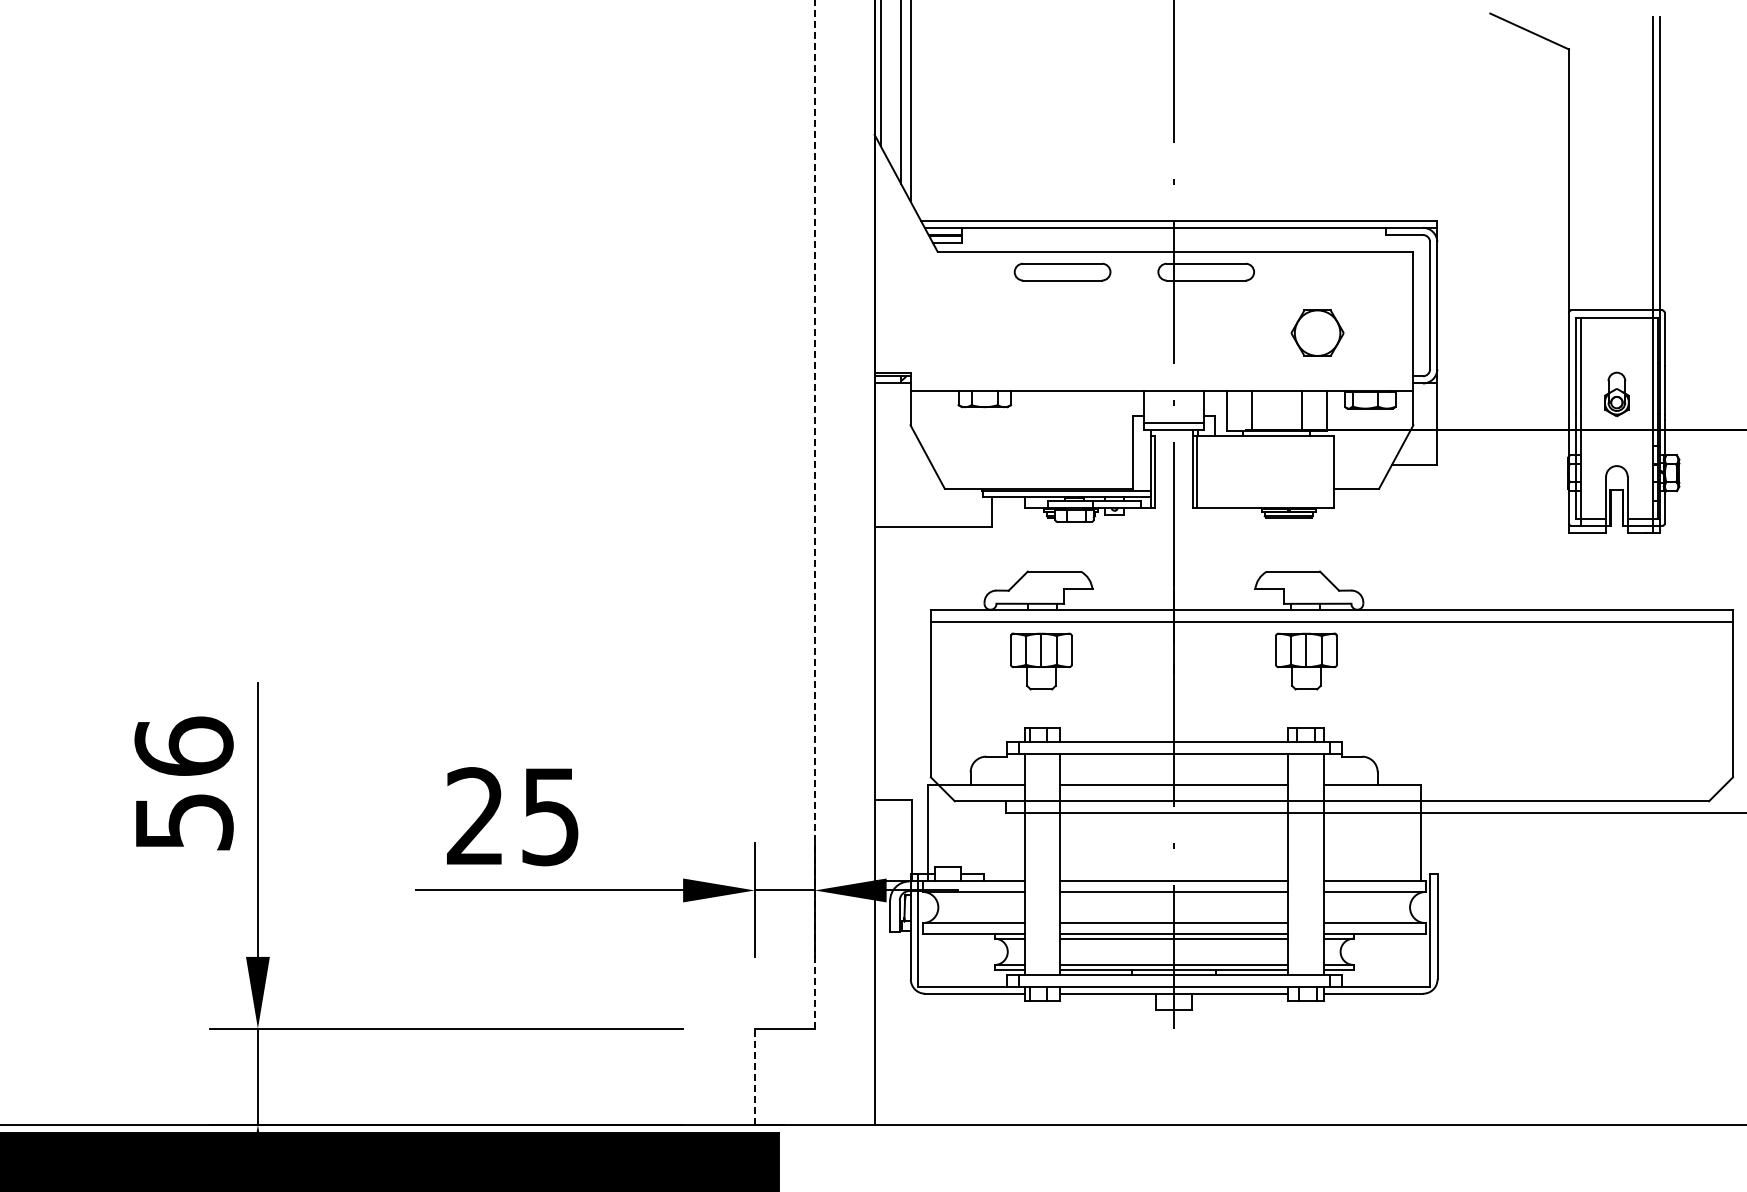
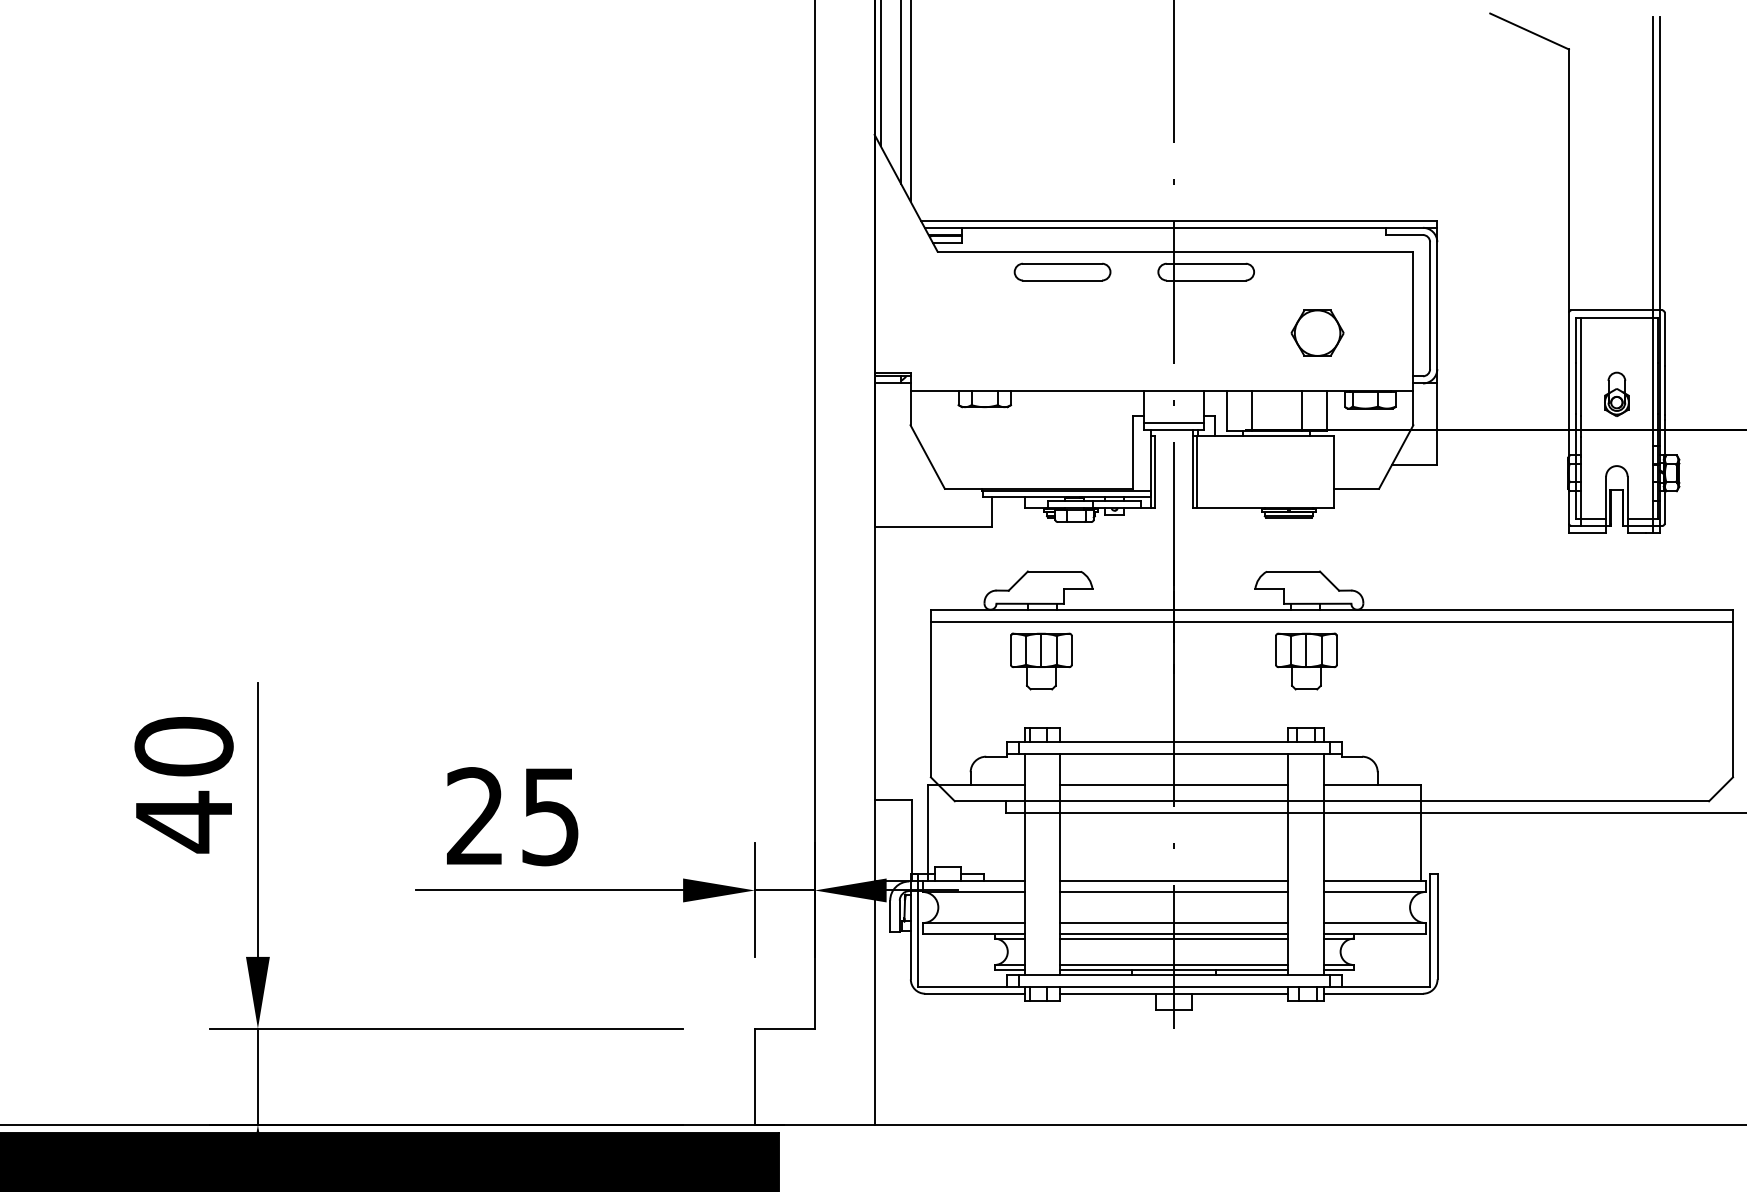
line at (814, 513): dashed -> solid
text at (183, 784): 56 -> 40
line at (754, 1076): dashed -> solid
